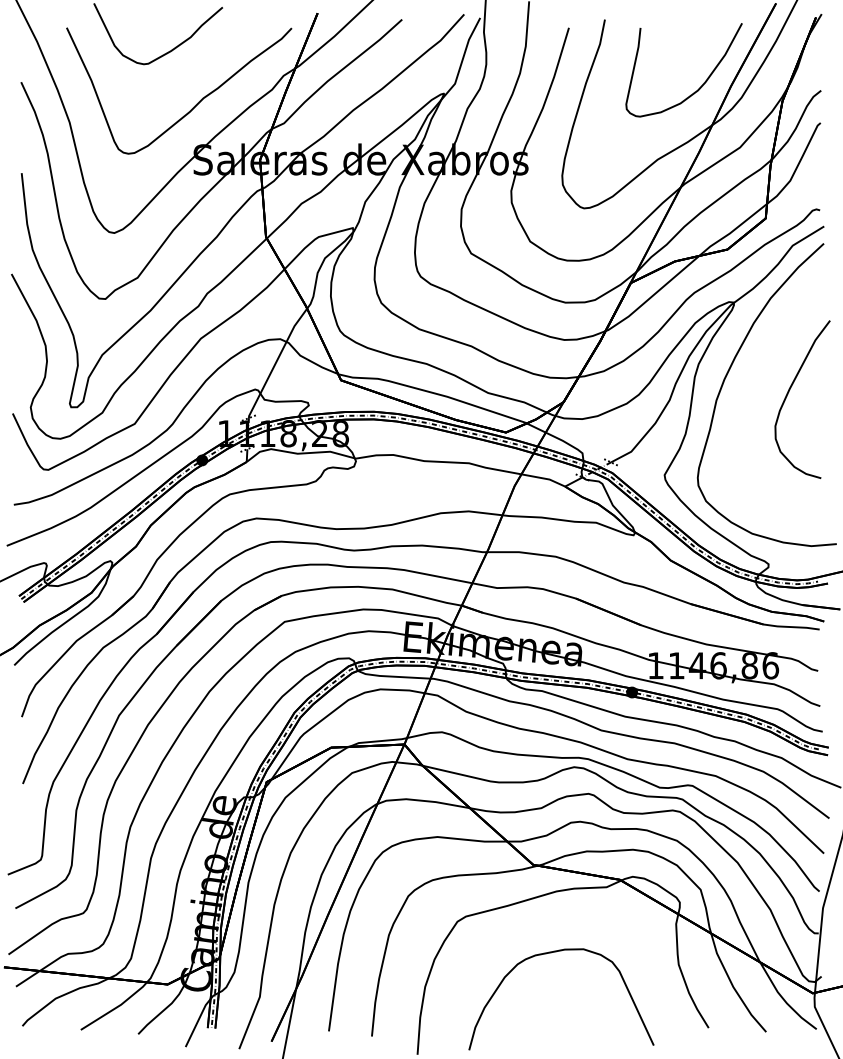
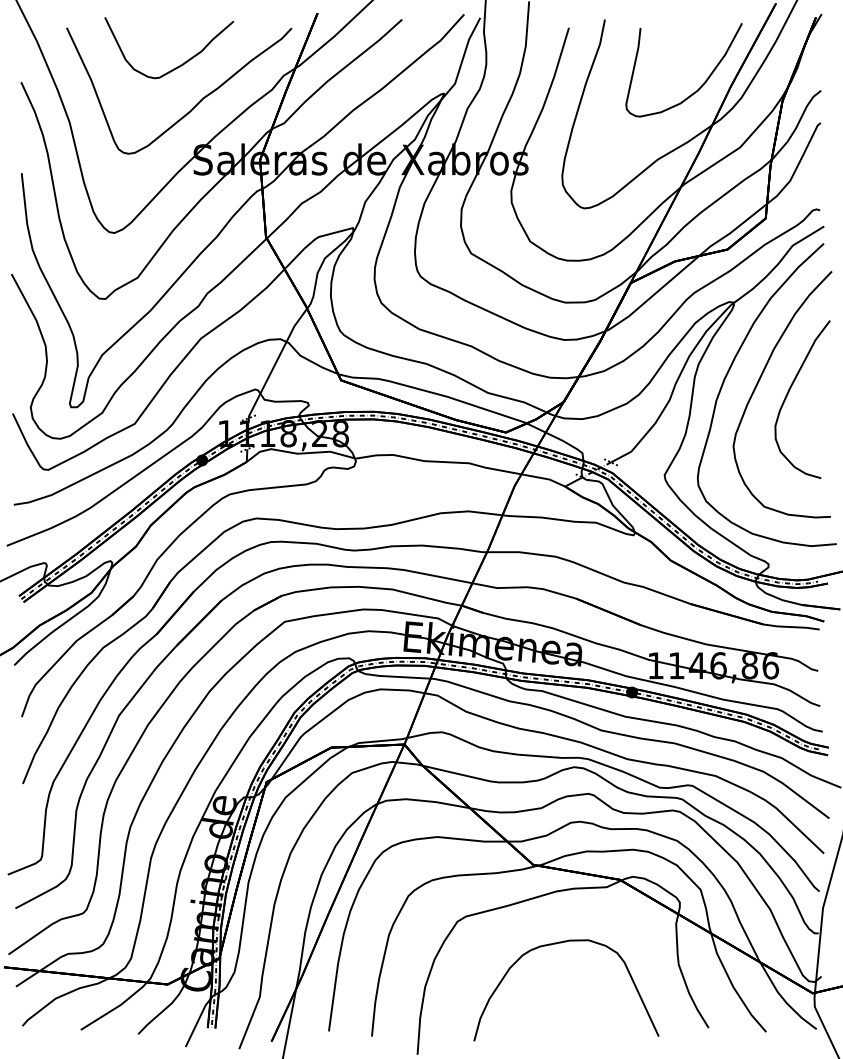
curve at (169, 50) position: (169, 50) -> (180, 64)
curve at (757, 386): none -> present
curve at (551, 953) position: (551, 953) -> (556, 944)
